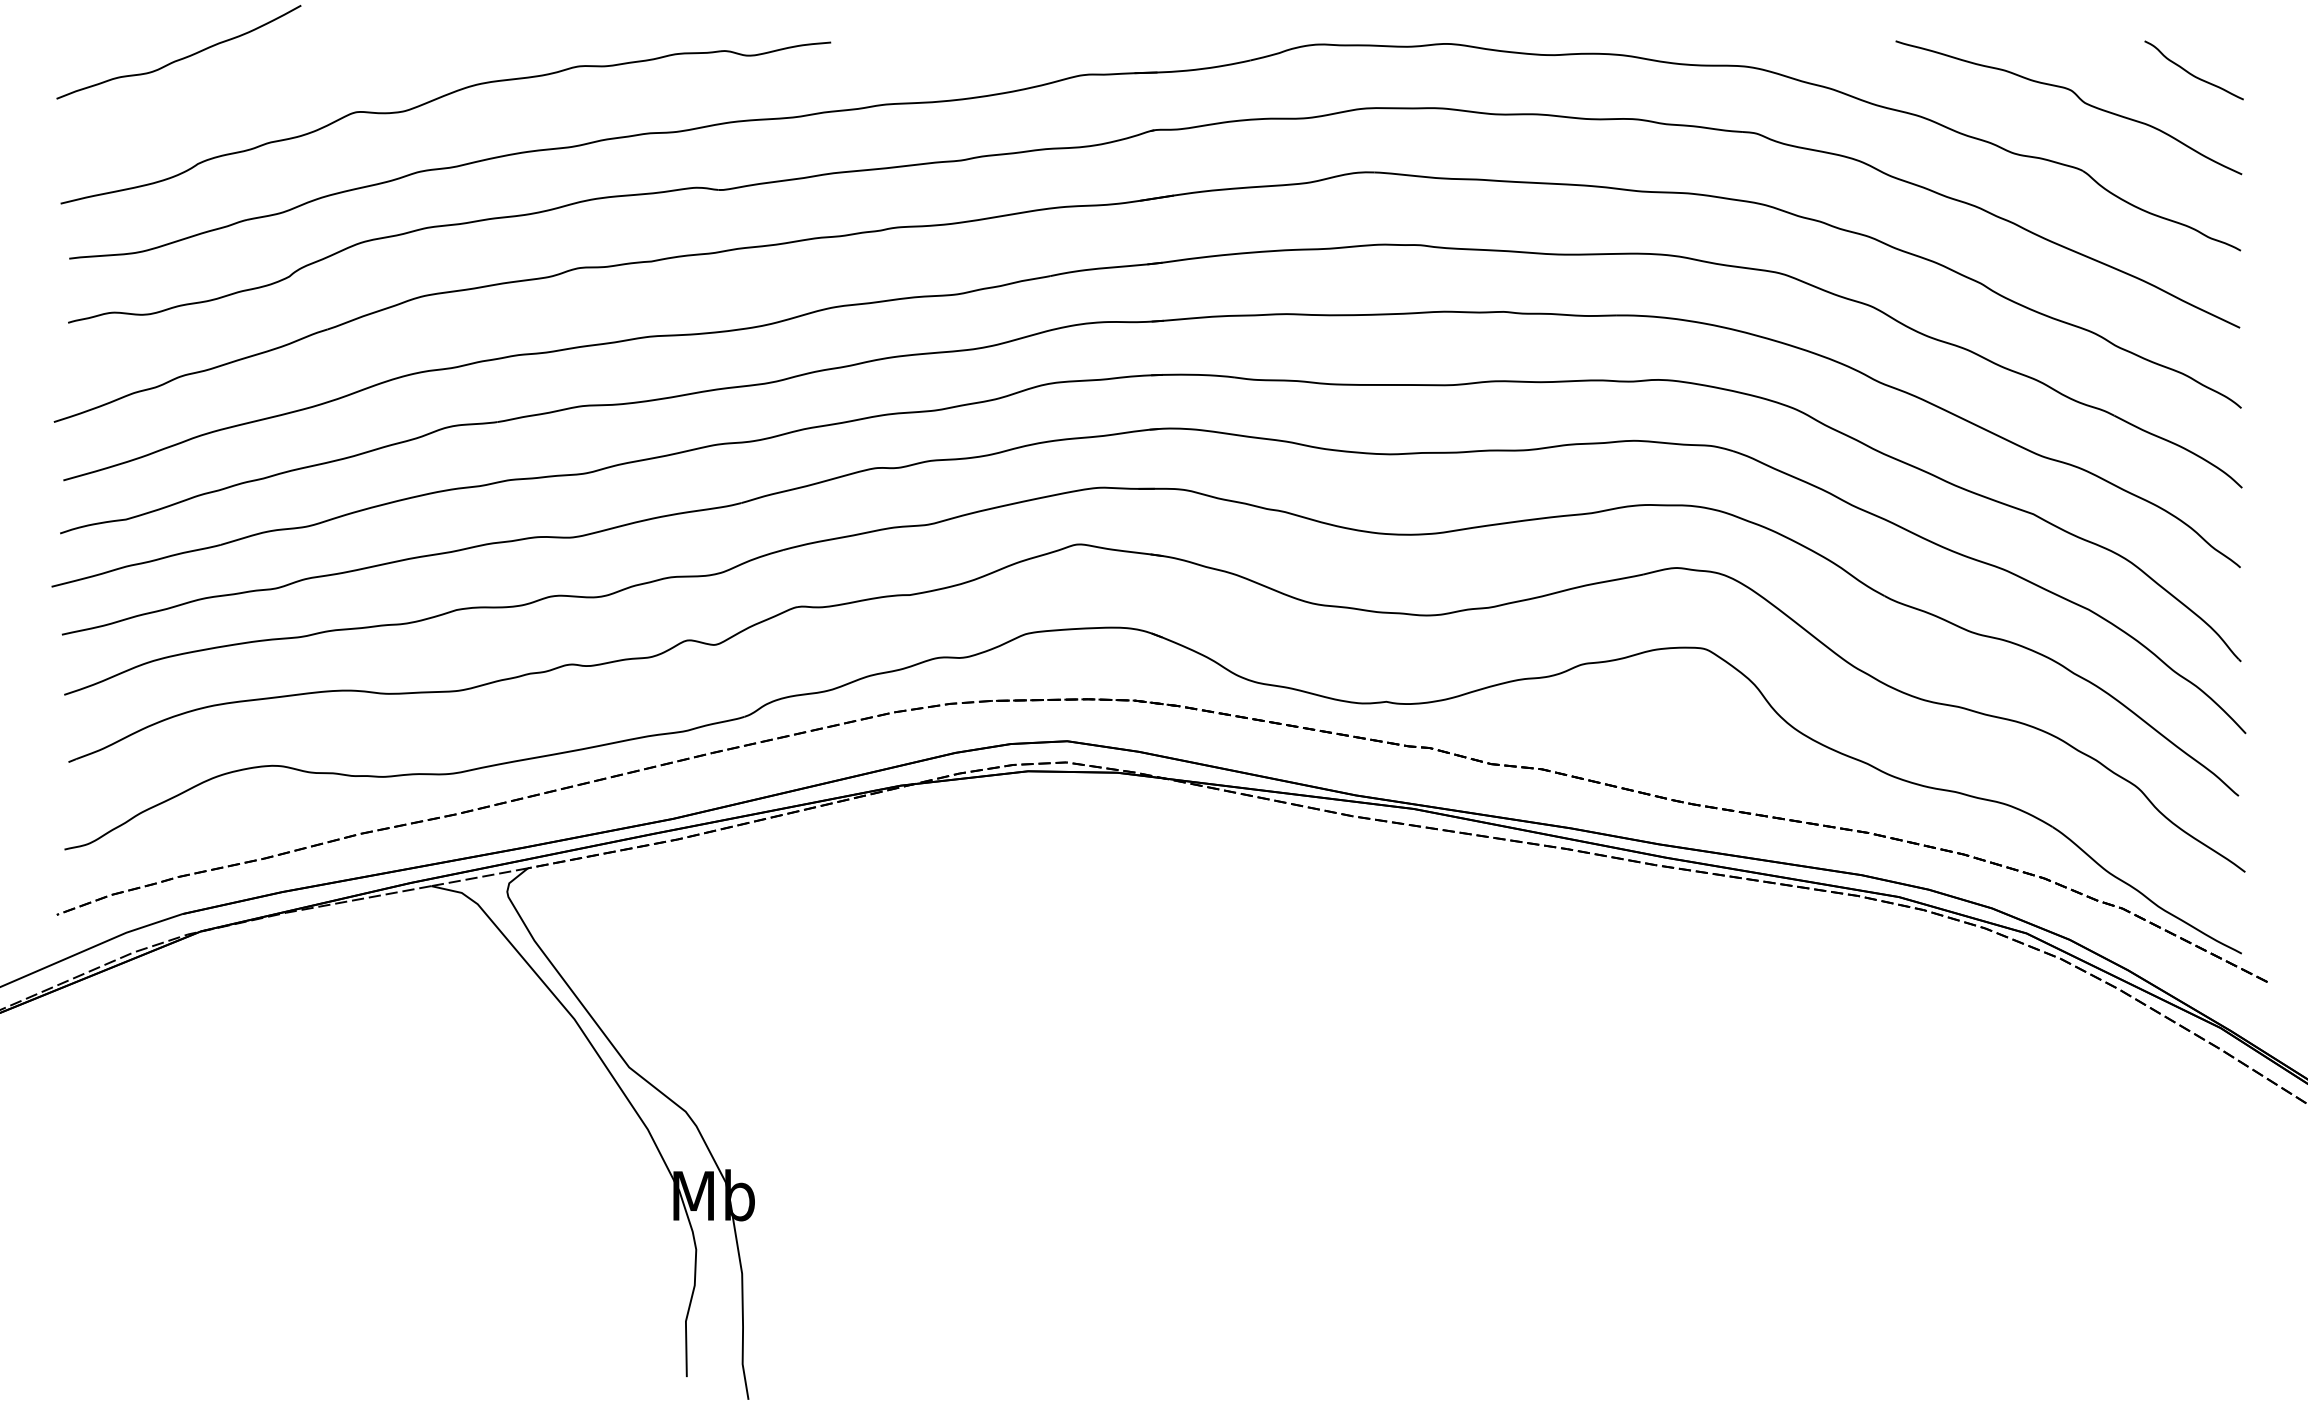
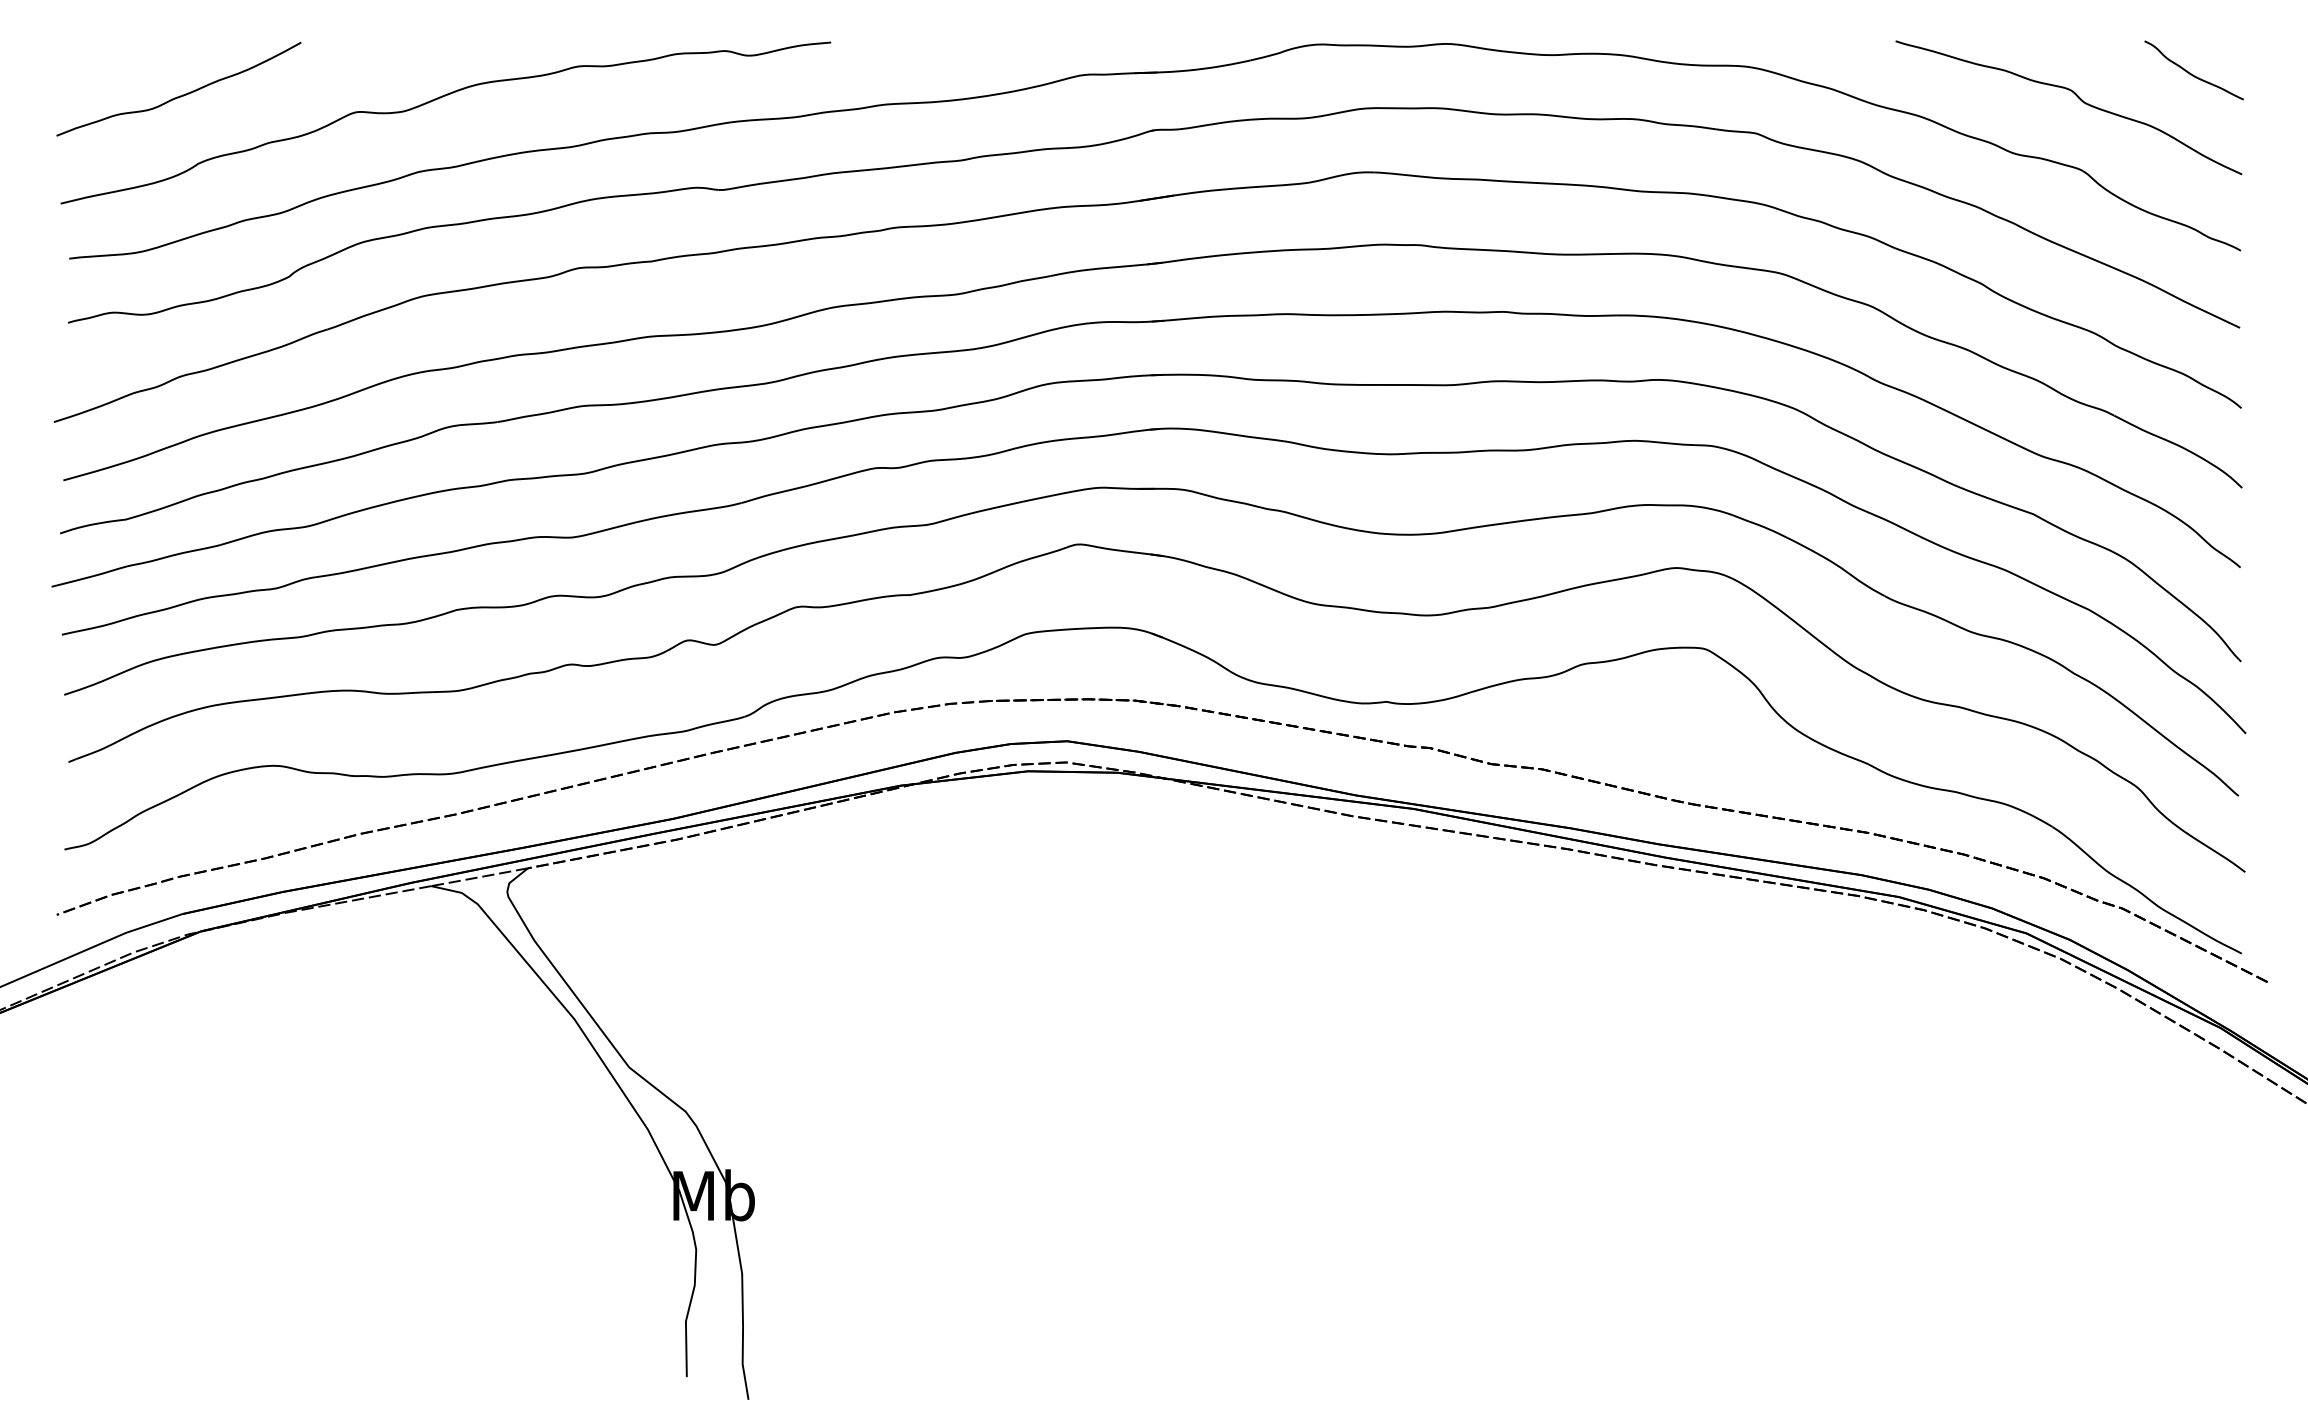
curve at (180, 58) position: (180, 58) -> (180, 95)
